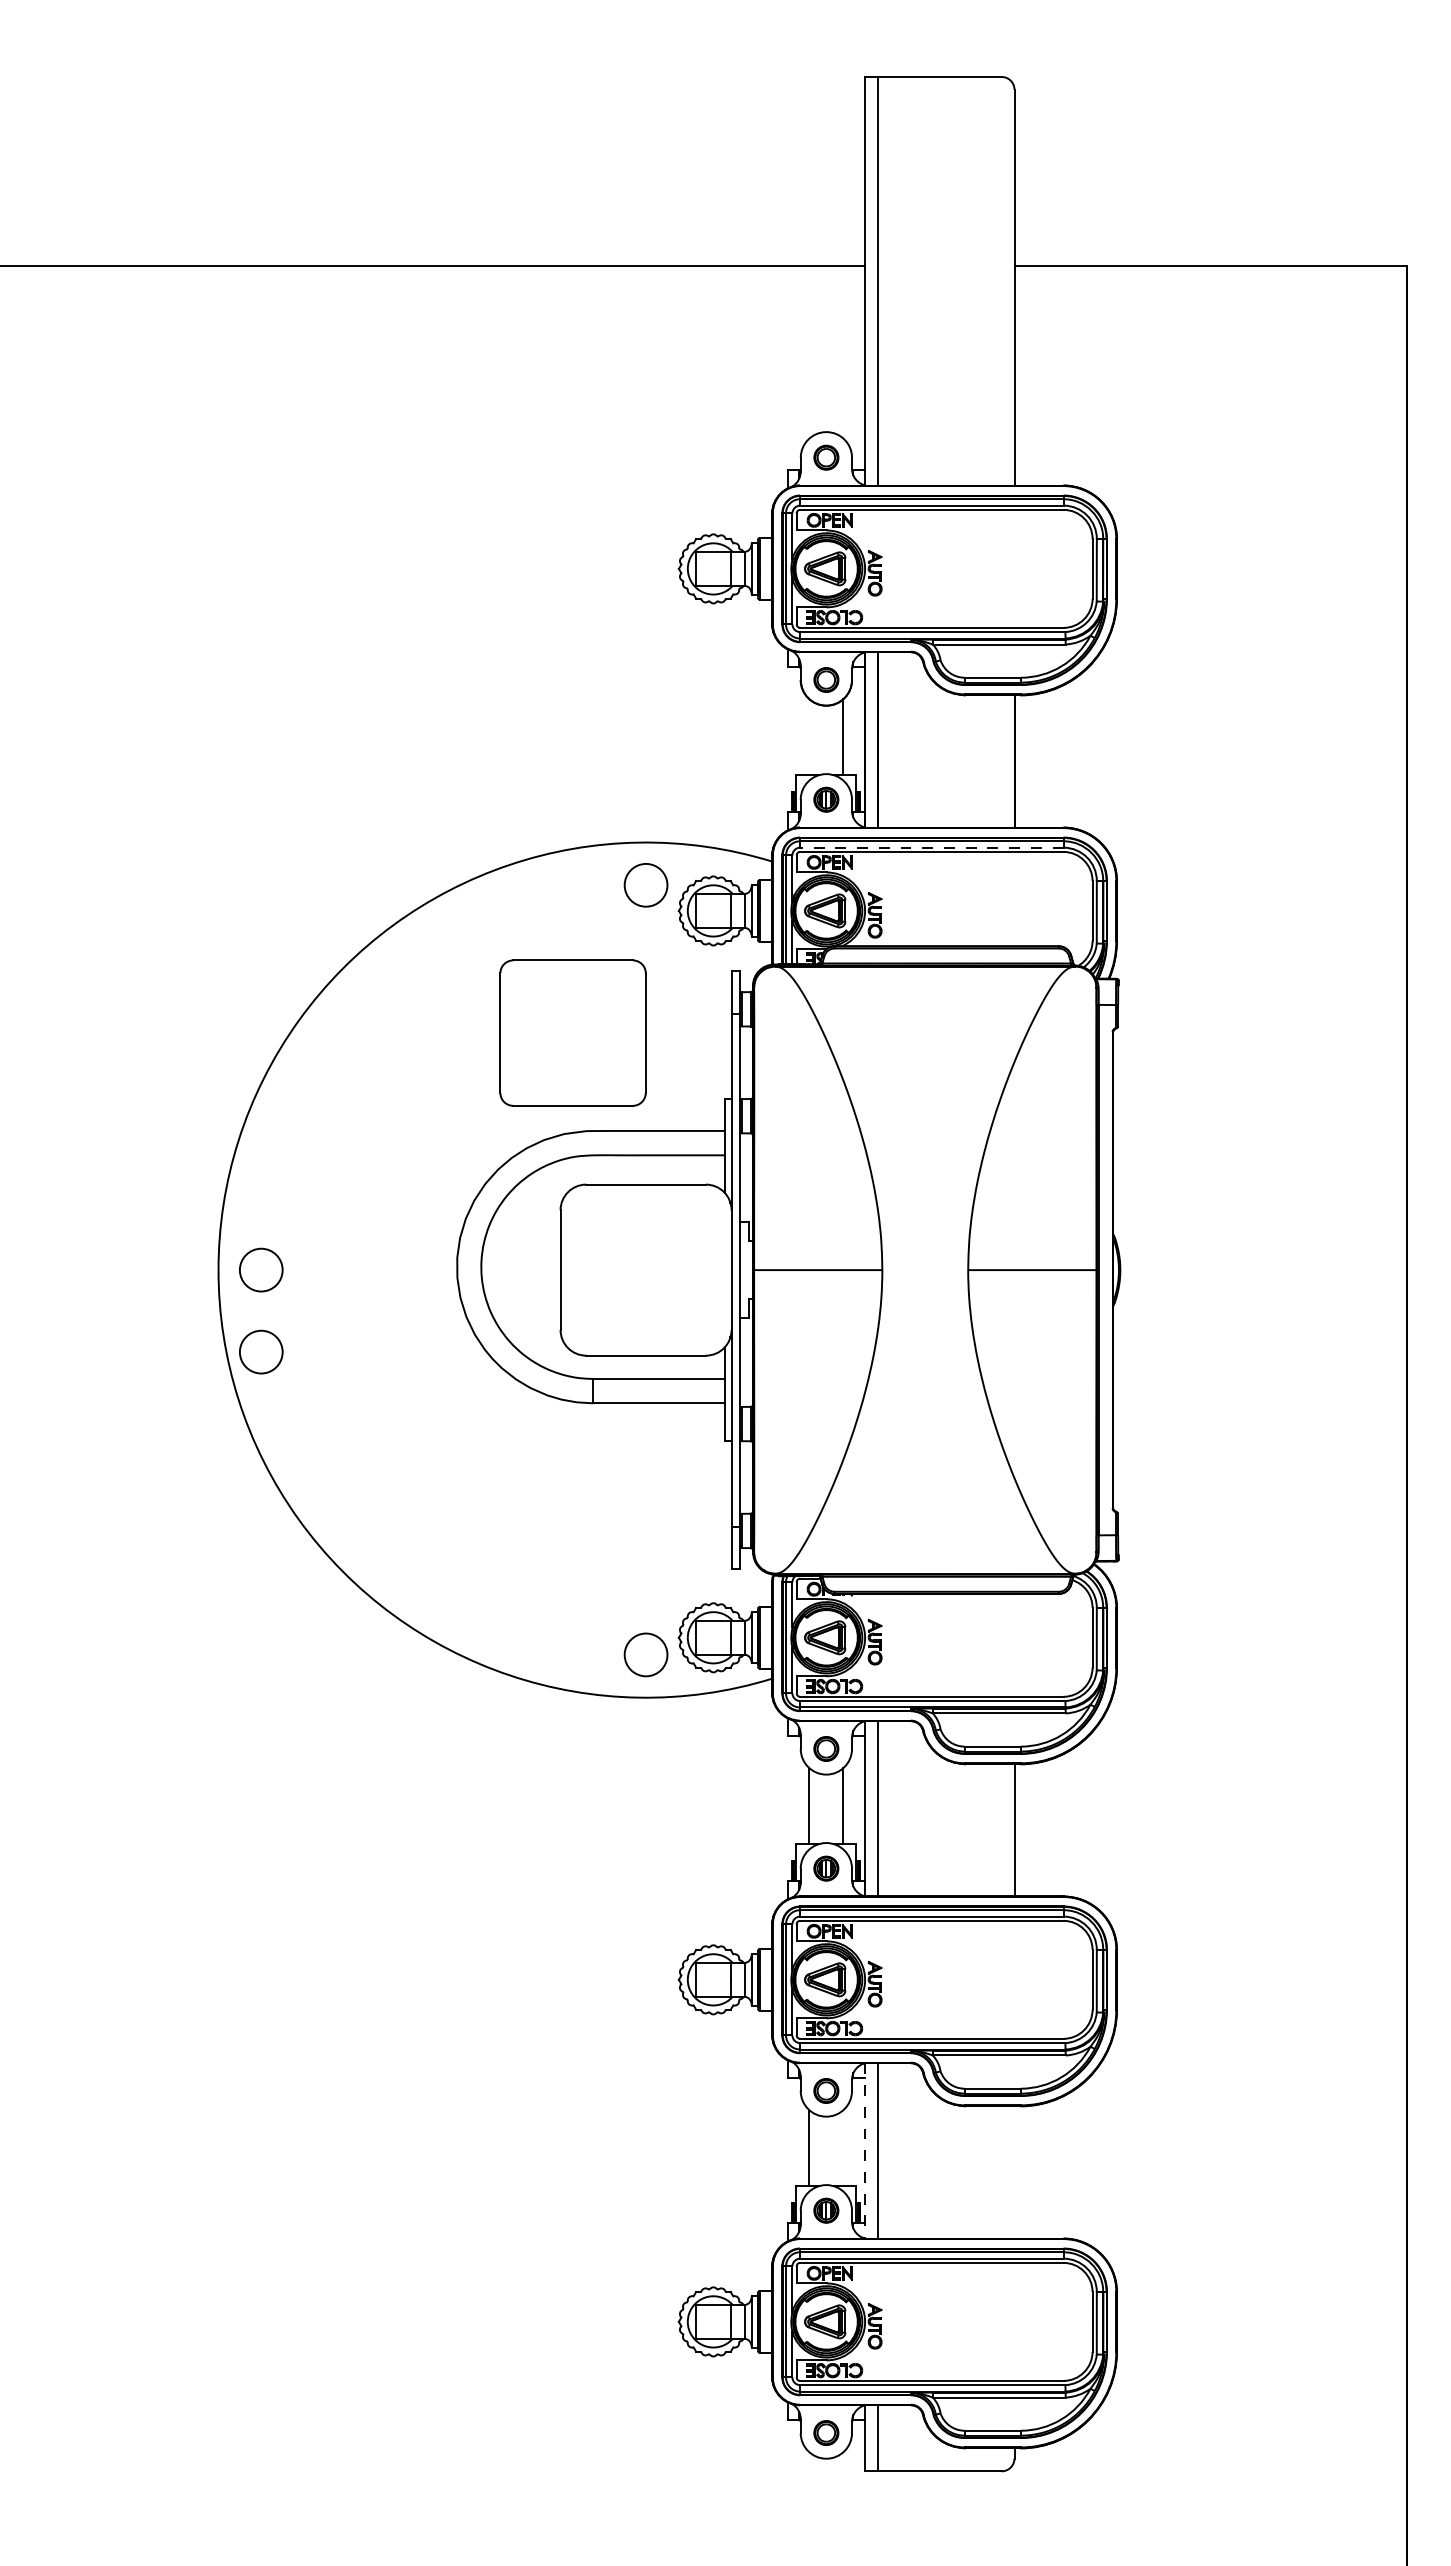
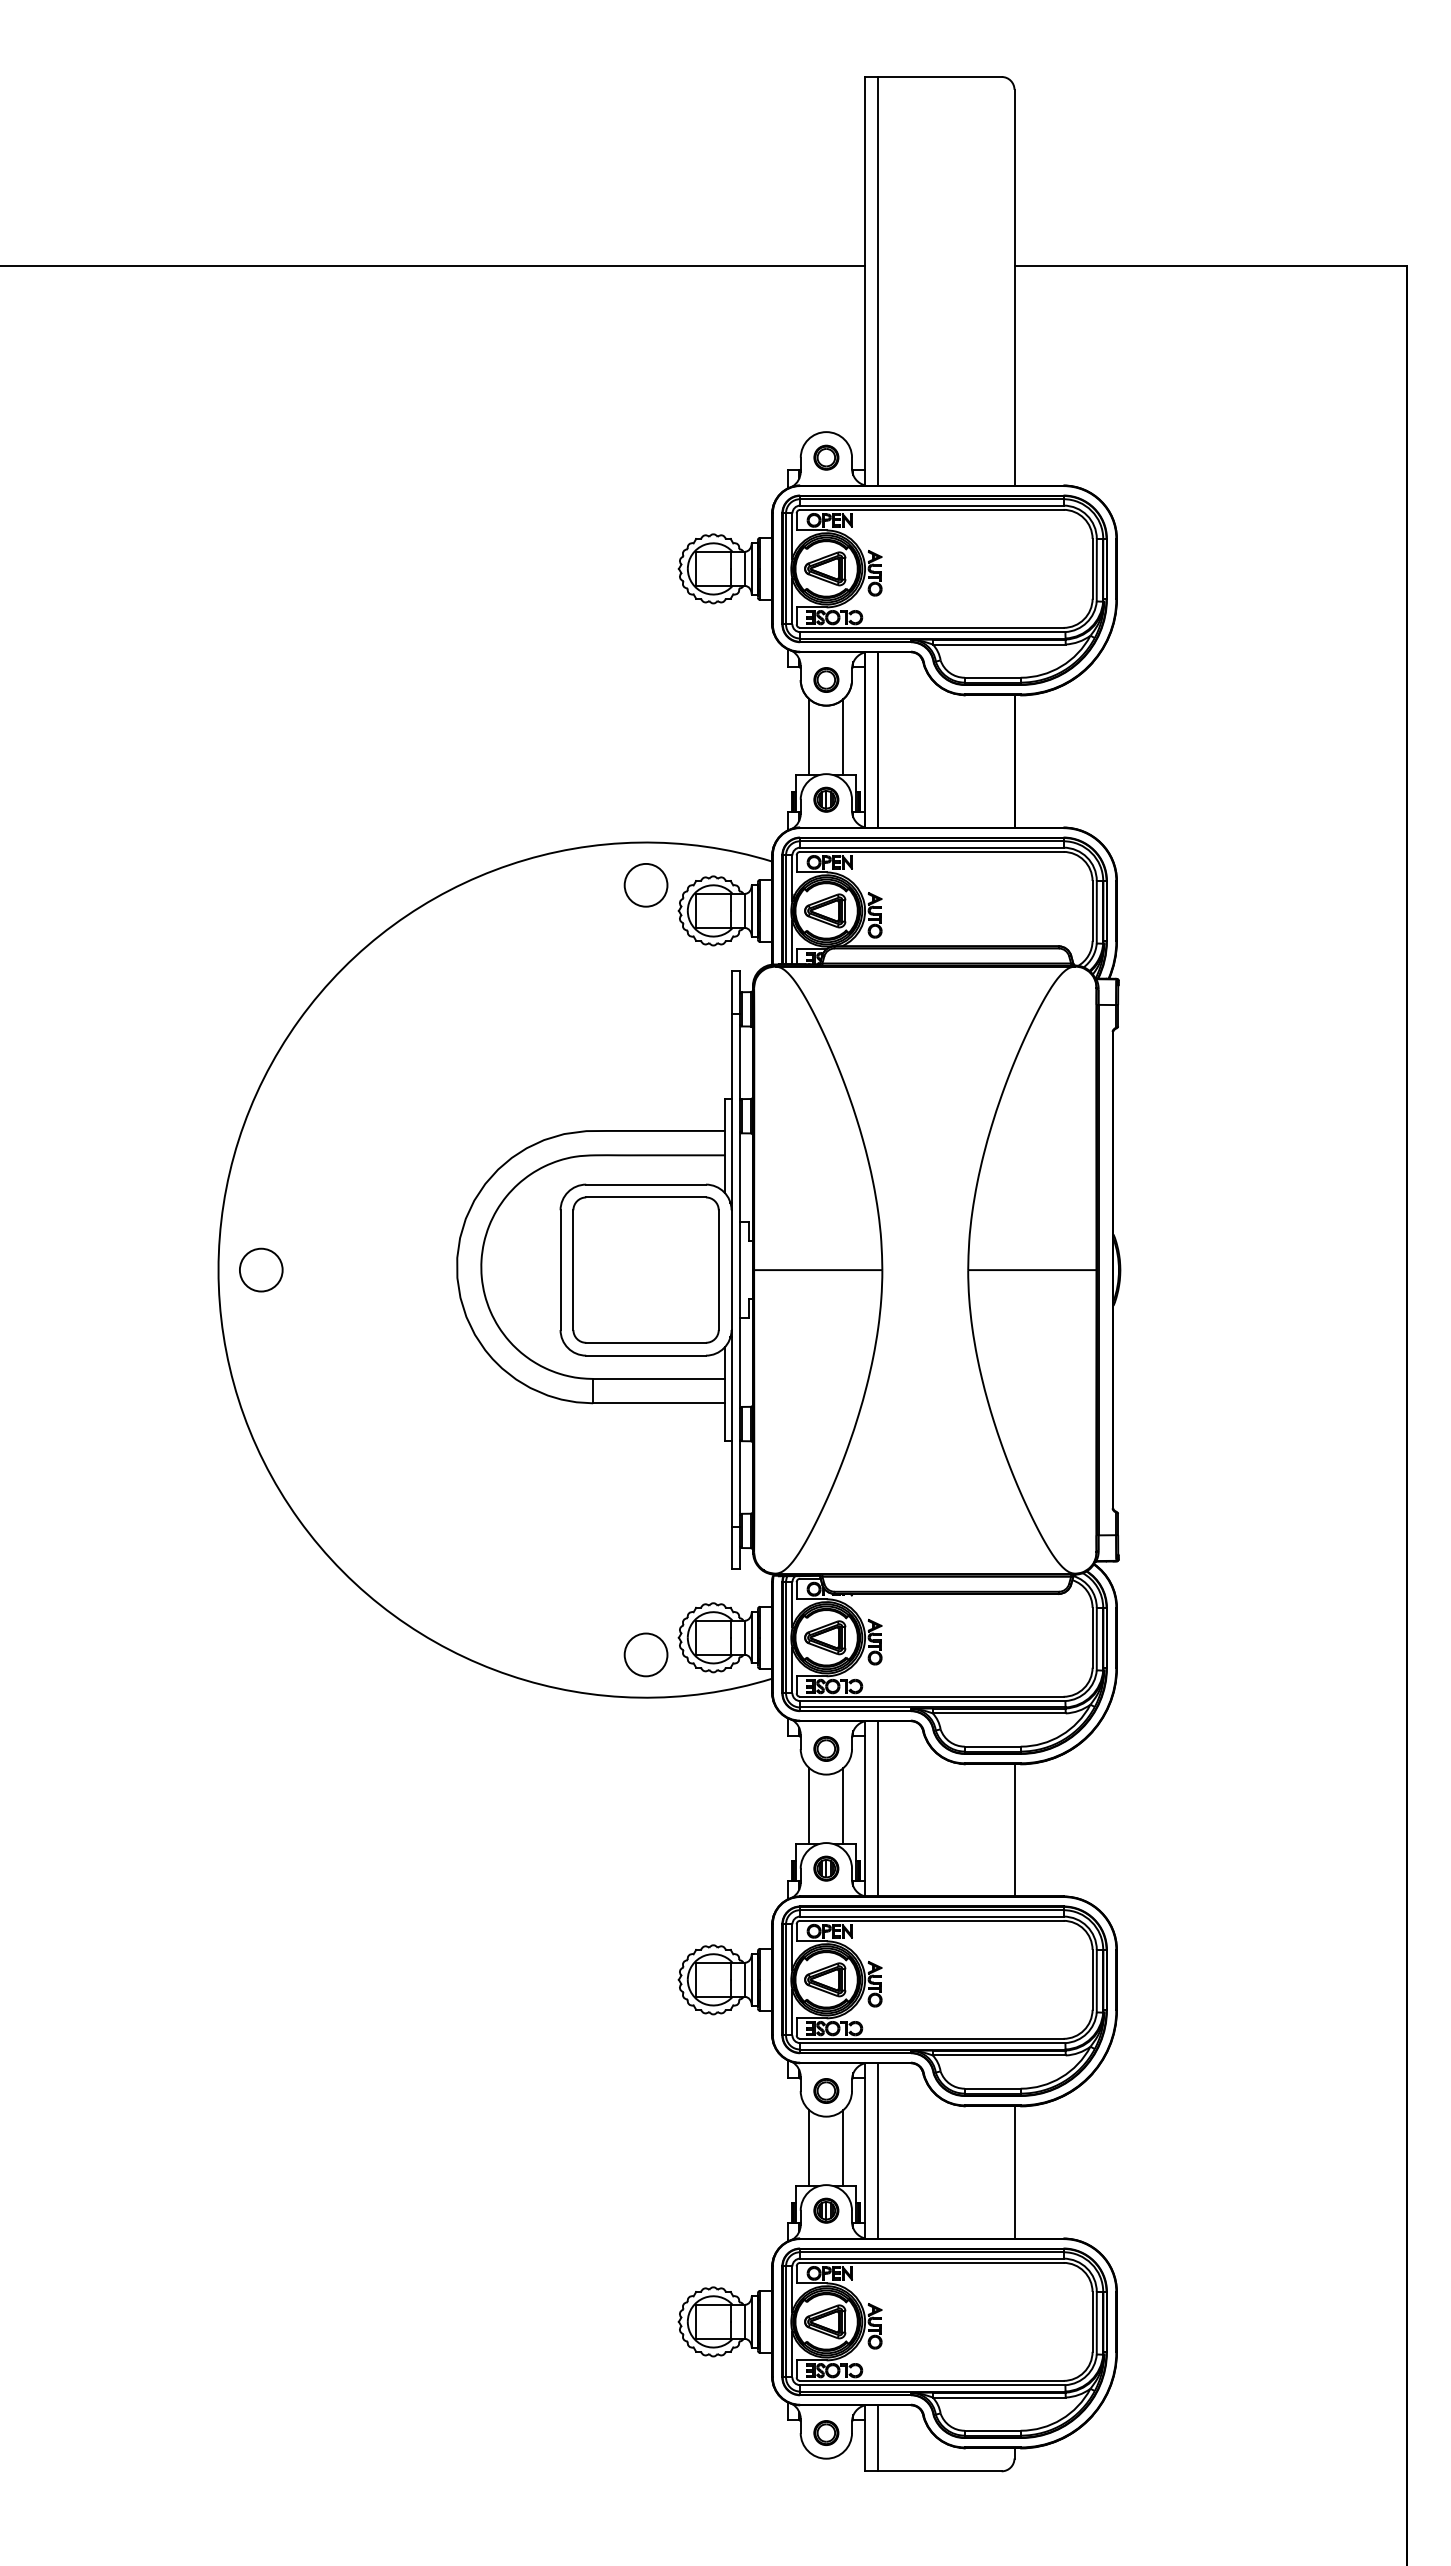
line at (809, 737): none -> present
line at (931, 847): dashed -> solid
part at (572, 1032) position: (572, 1032) -> (645, 1269)
circle at (261, 1351): present -> none
line at (843, 2148): none -> present
line at (864, 2150): dashed -> solid
line at (1014, 2172): none -> present
